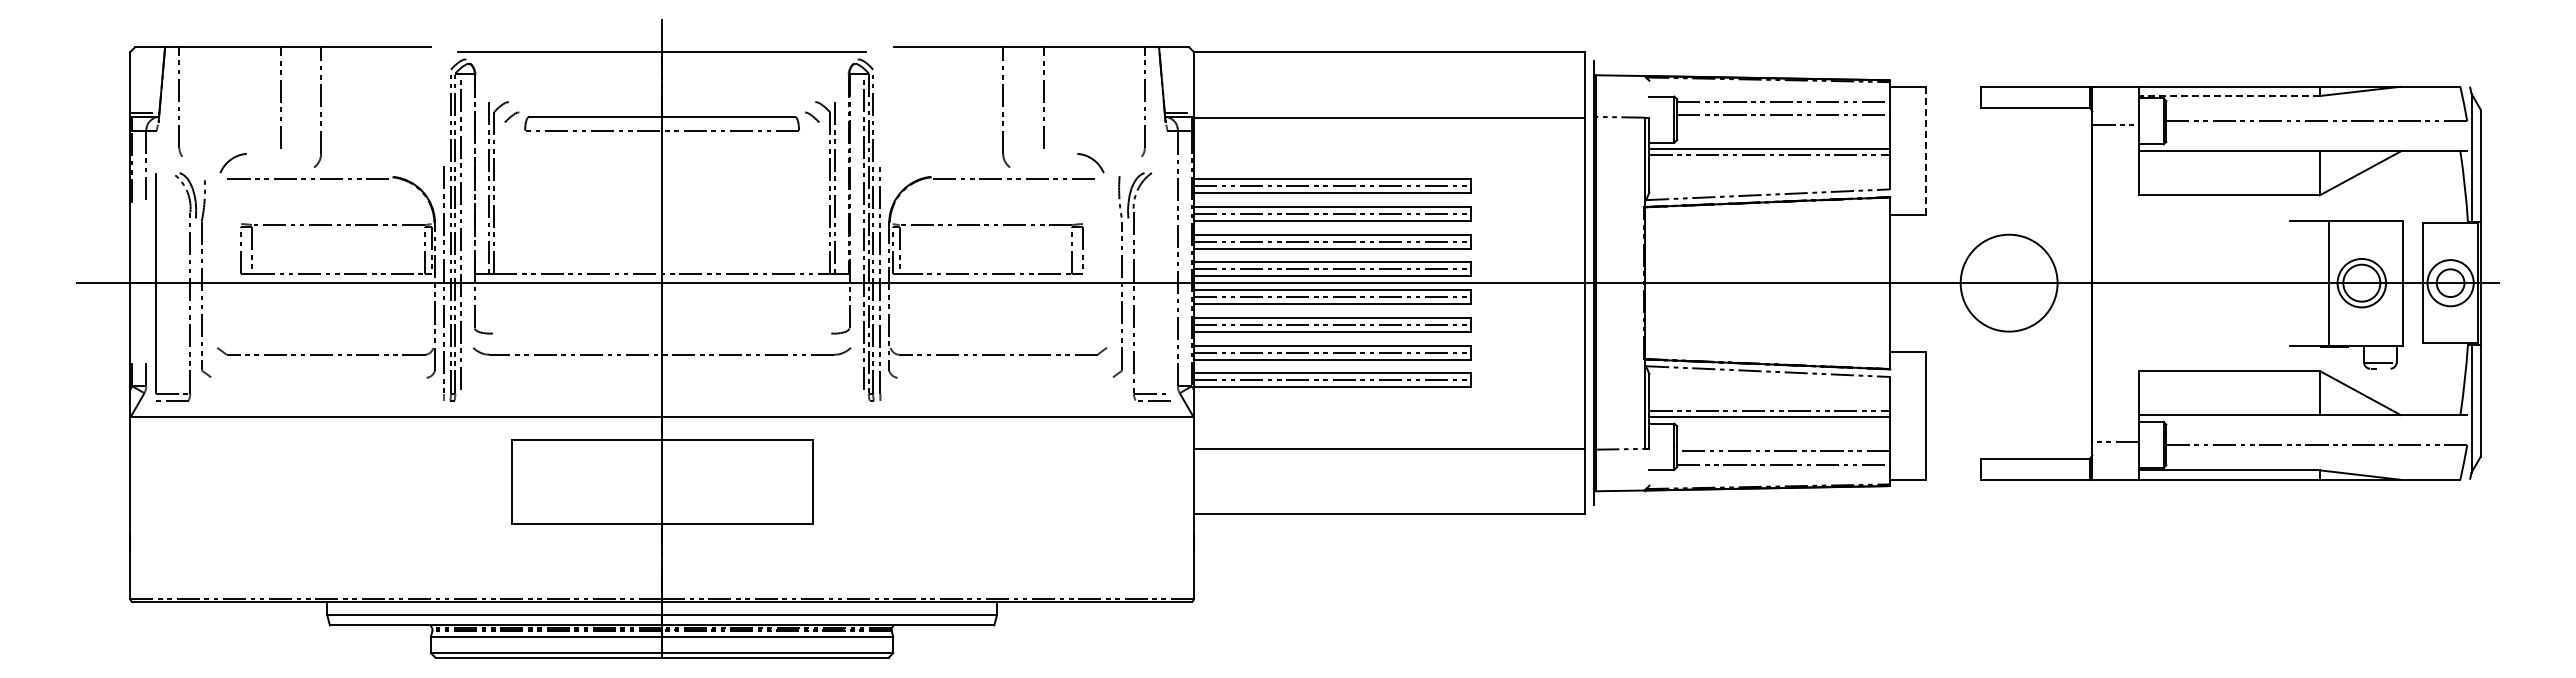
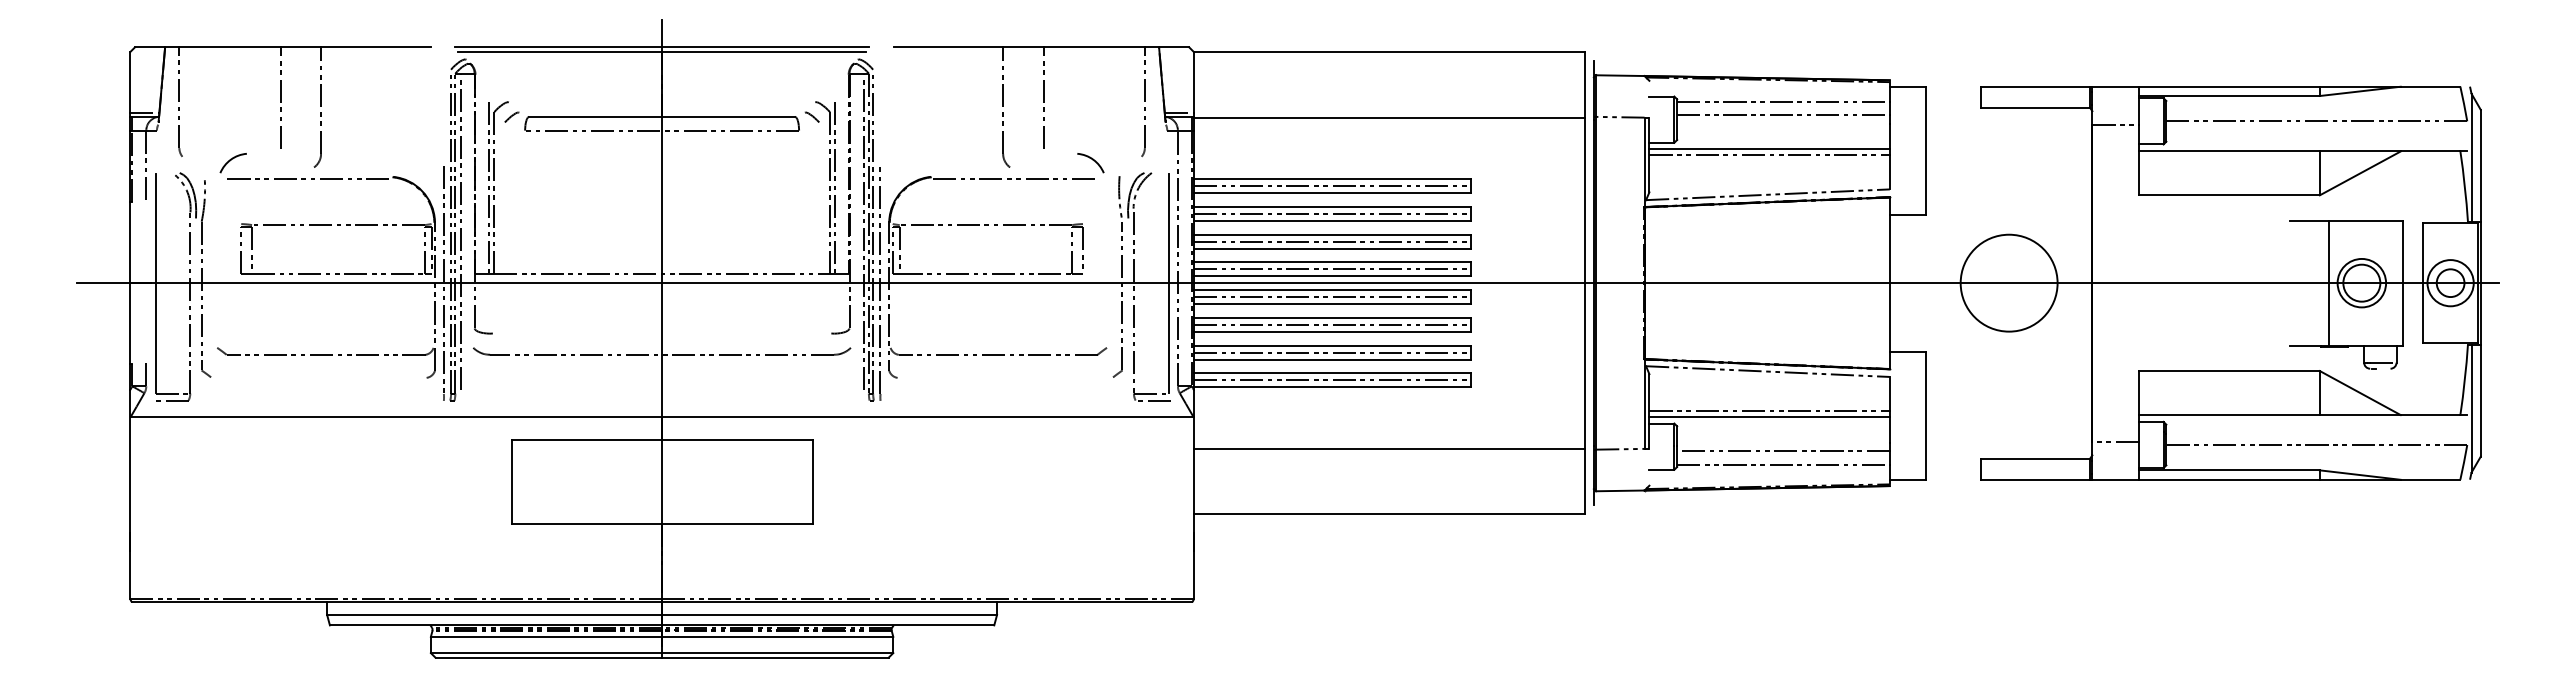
line at (661, 47): none -> present
line at (2229, 96): dashed -> solid
line at (1925, 150): dashed -> solid
line at (1168, 283): none -> present
